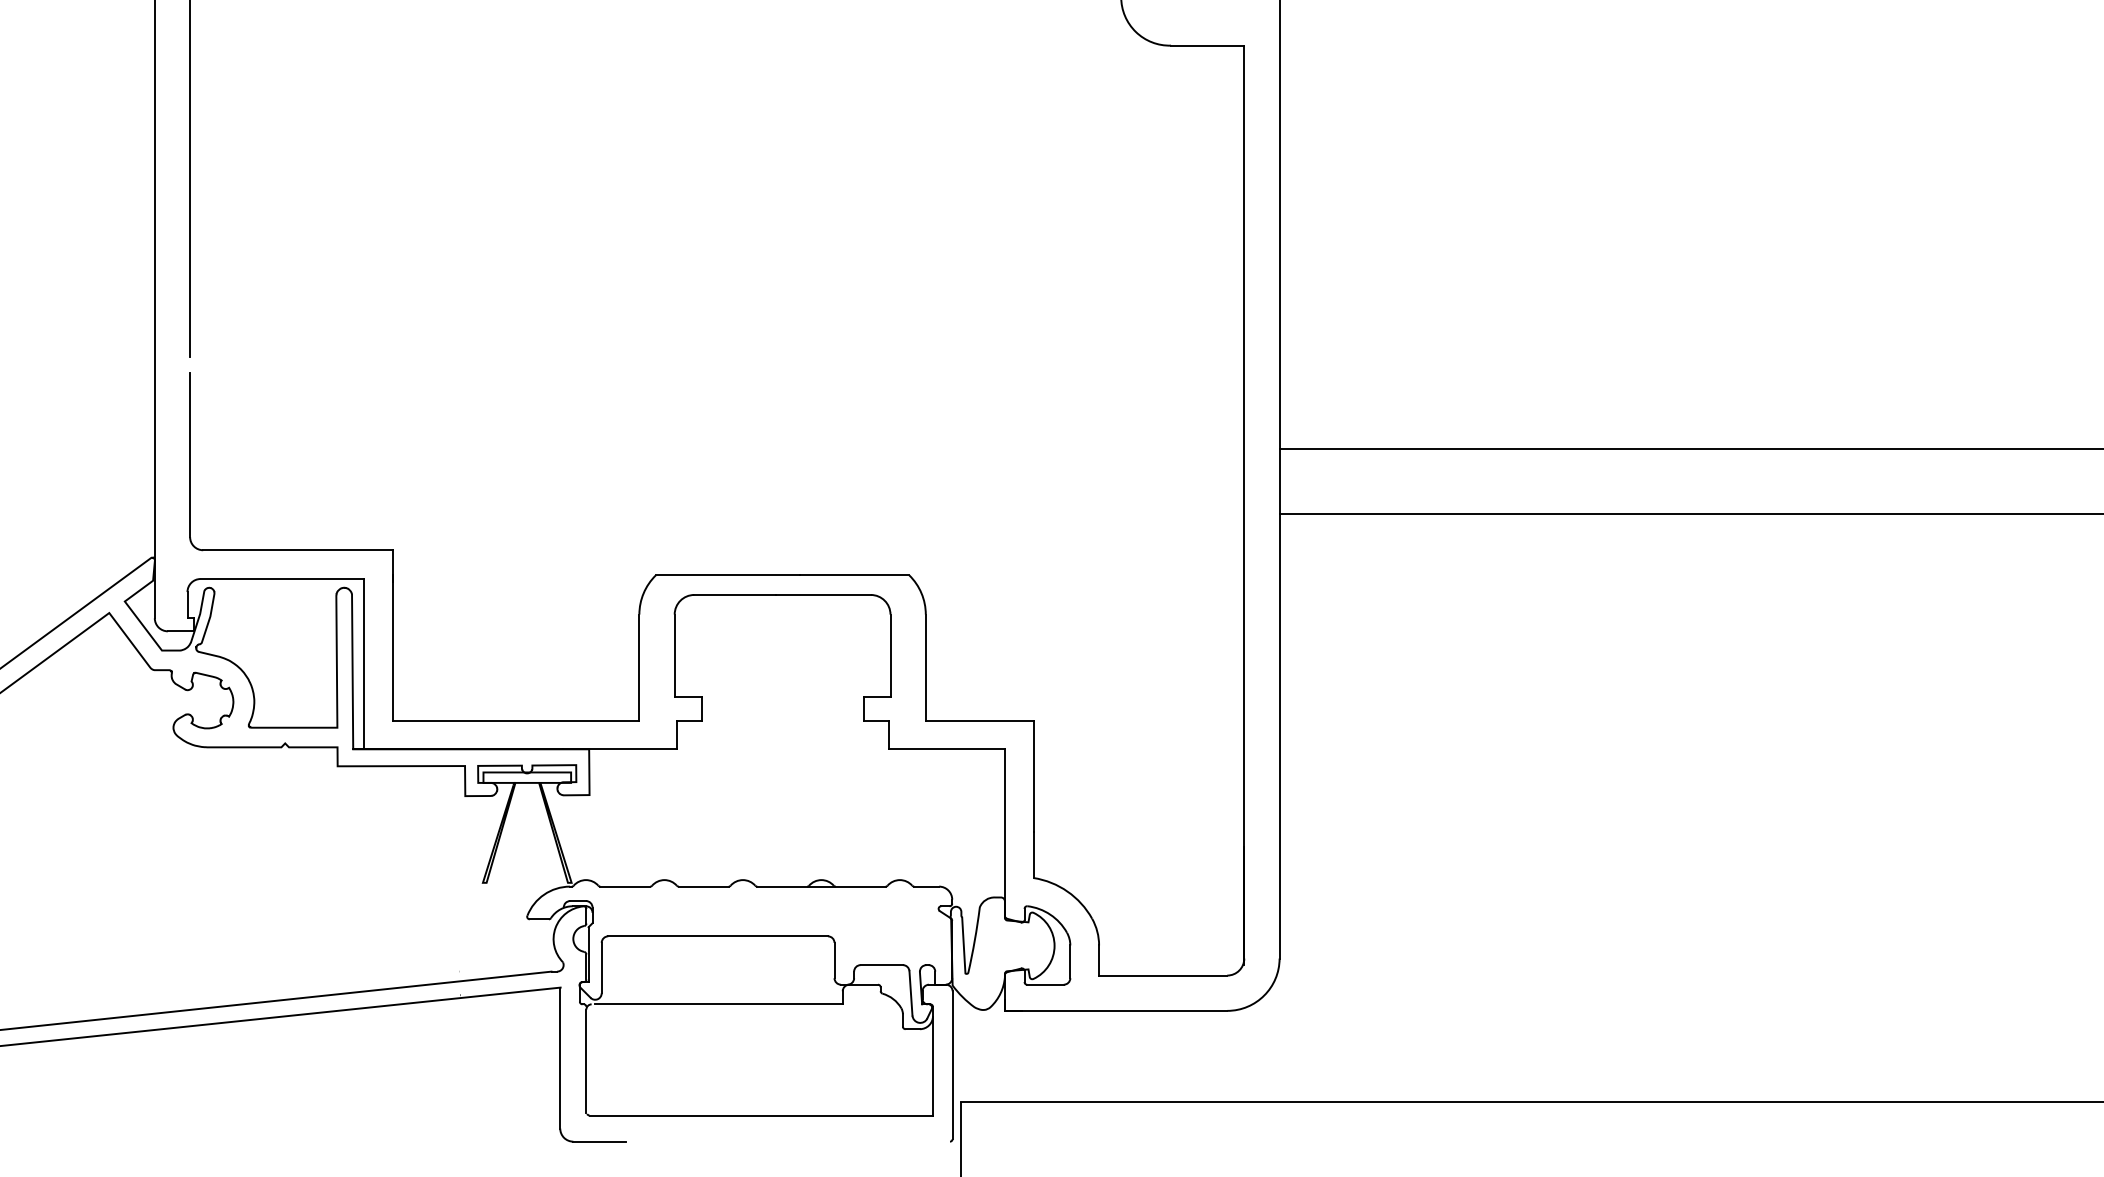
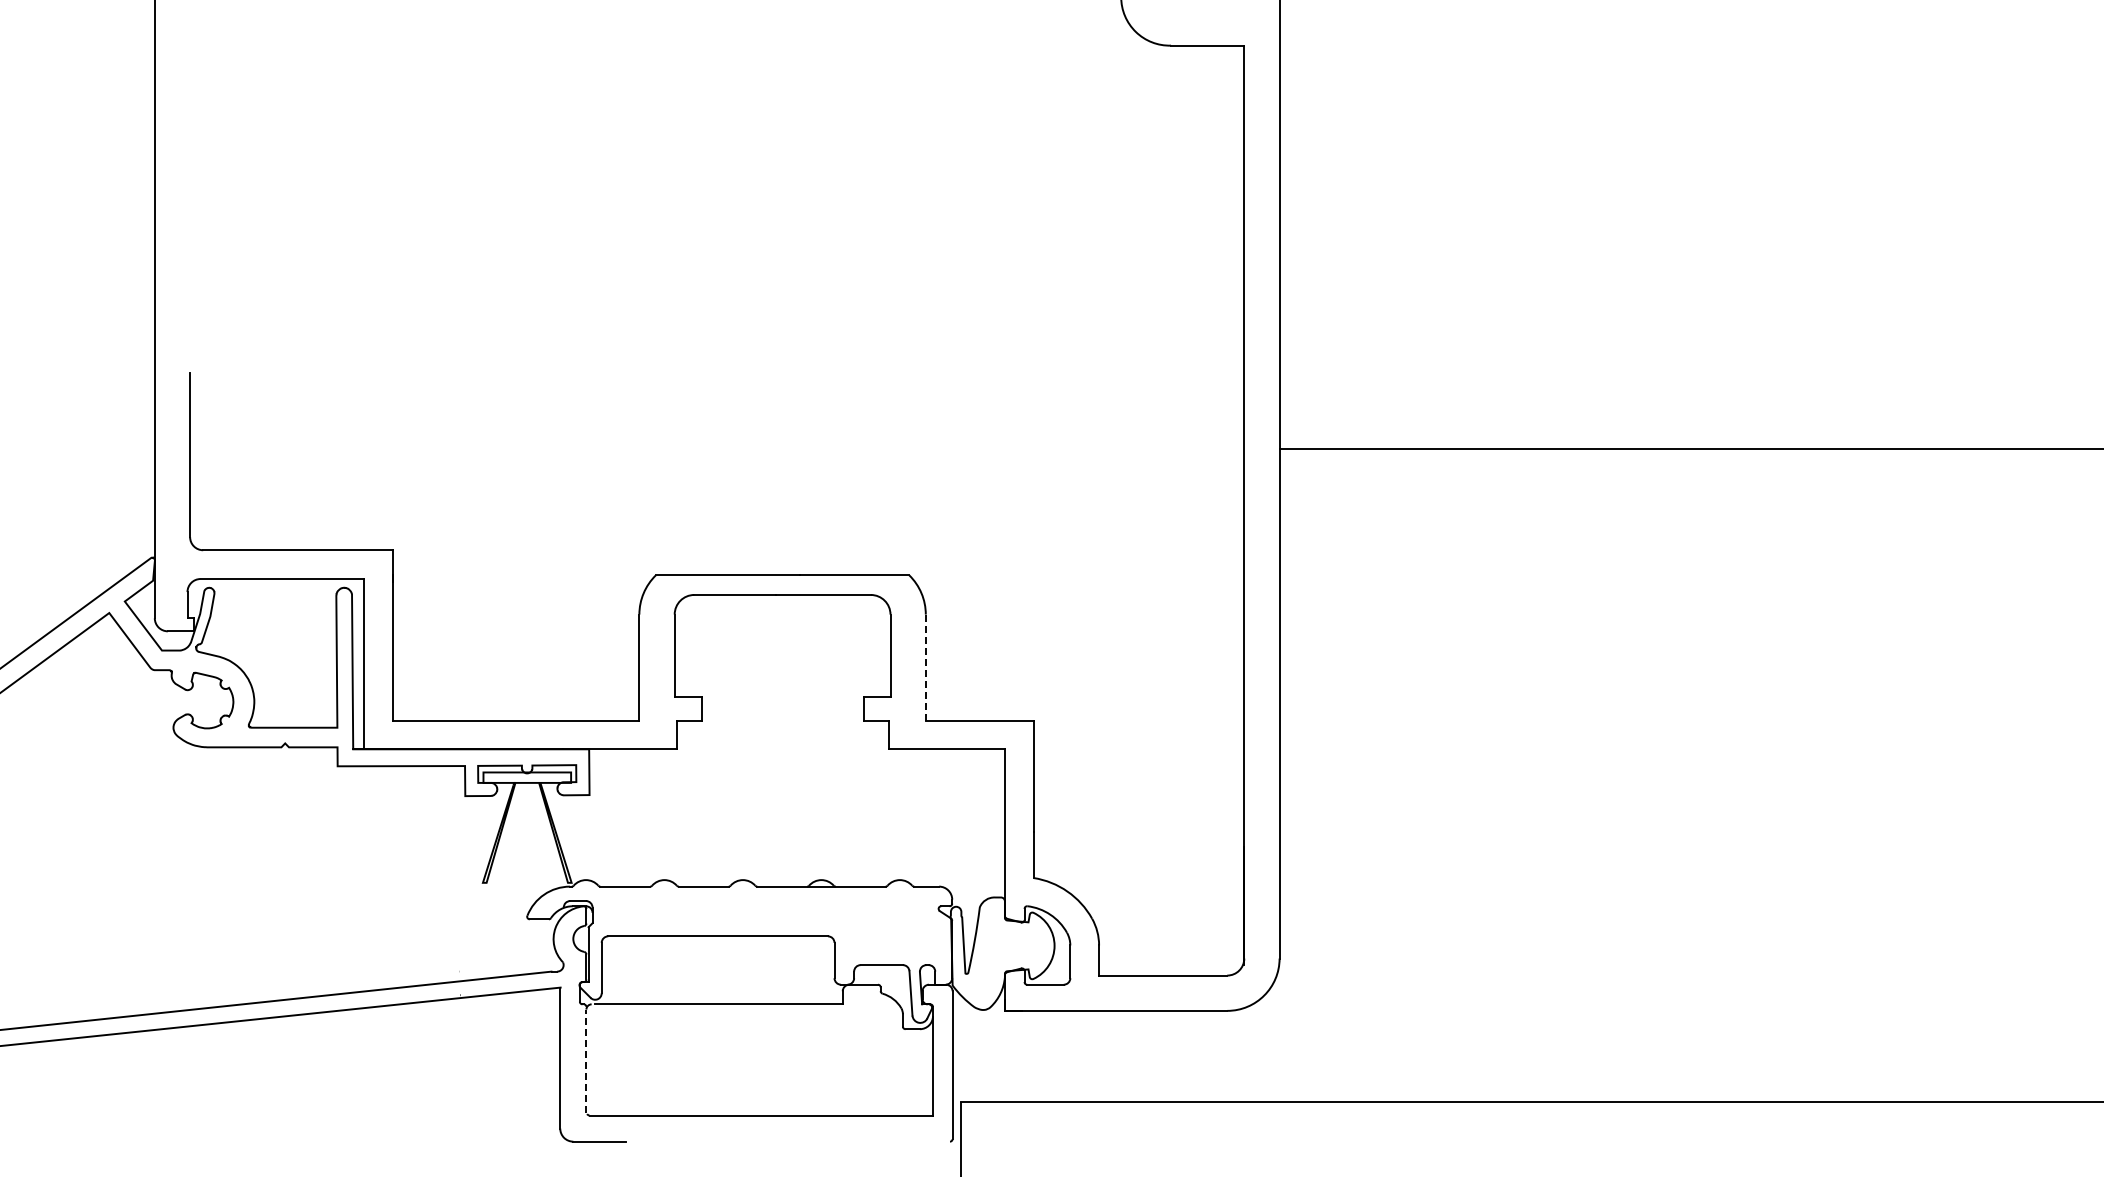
line at (190, 179): present -> none
line at (1689, 513): present -> none
line at (925, 667): solid -> dashed
line at (586, 1061): solid -> dashed
